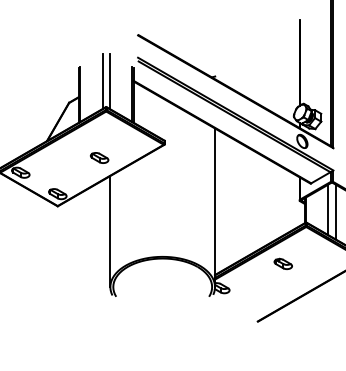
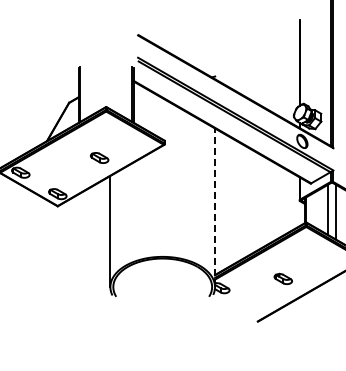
line at (102, 81): present -> none
line at (109, 81): present -> none
line at (215, 207): solid -> dashed
part at (282, 263) position: (282, 263) -> (282, 278)
